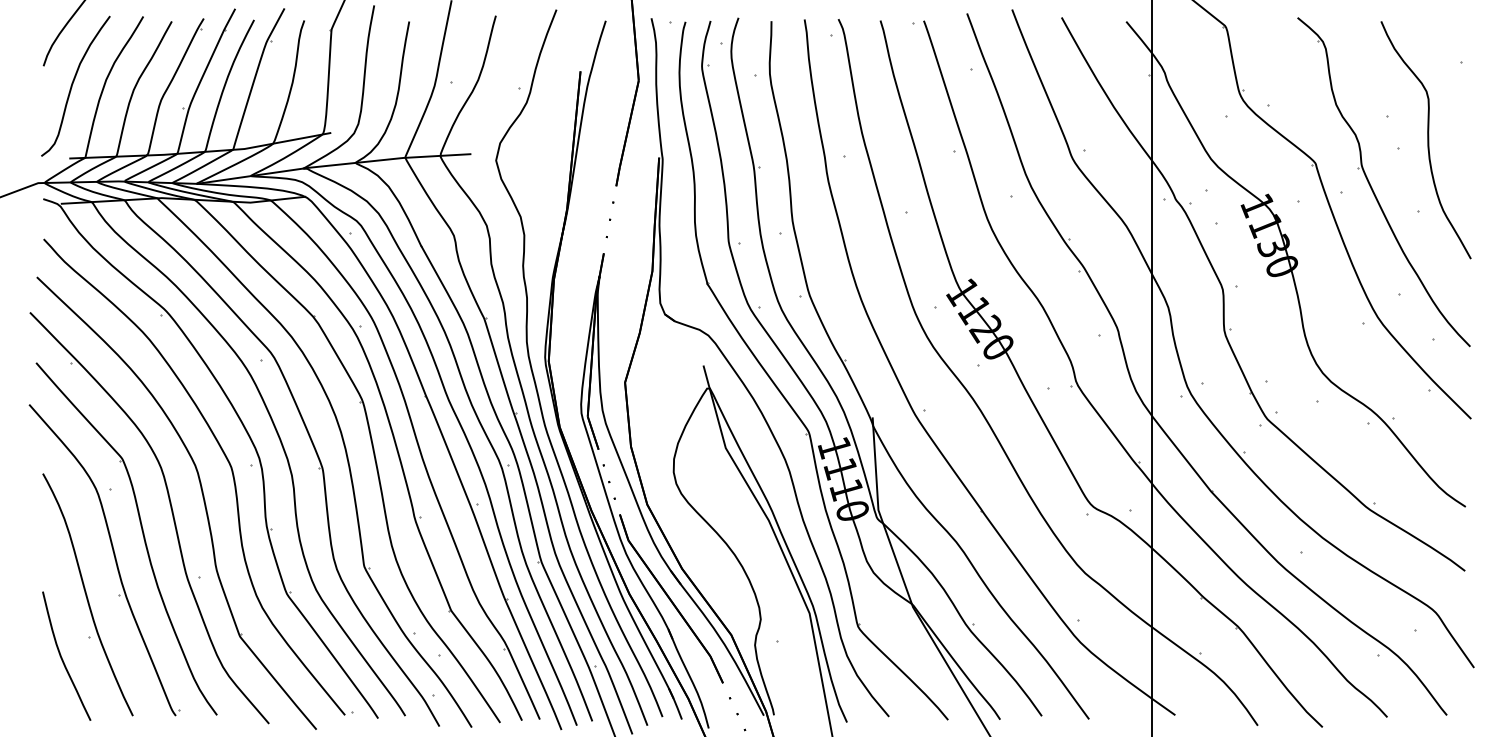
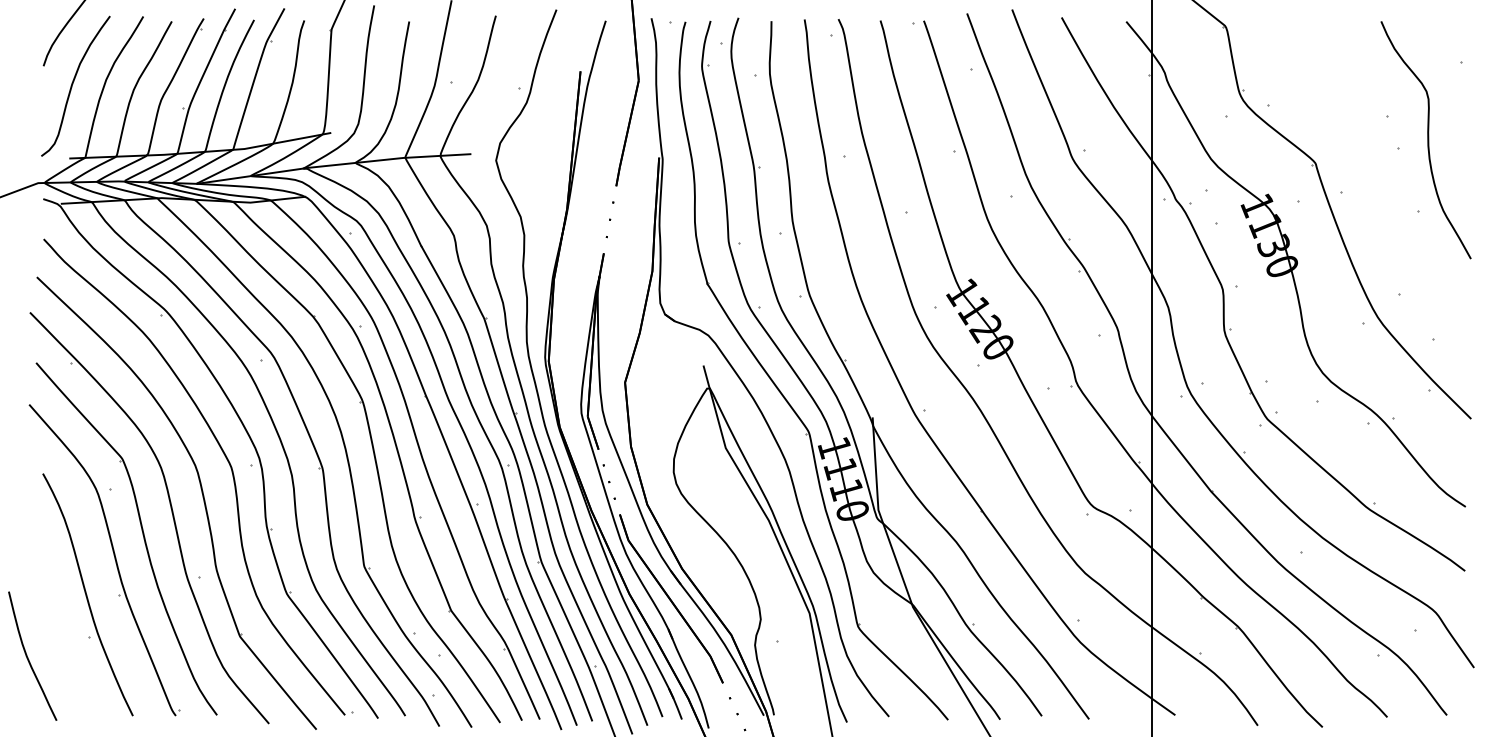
part at (1372, 187): present -> none
curve at (62, 657) position: (62, 657) -> (28, 657)
